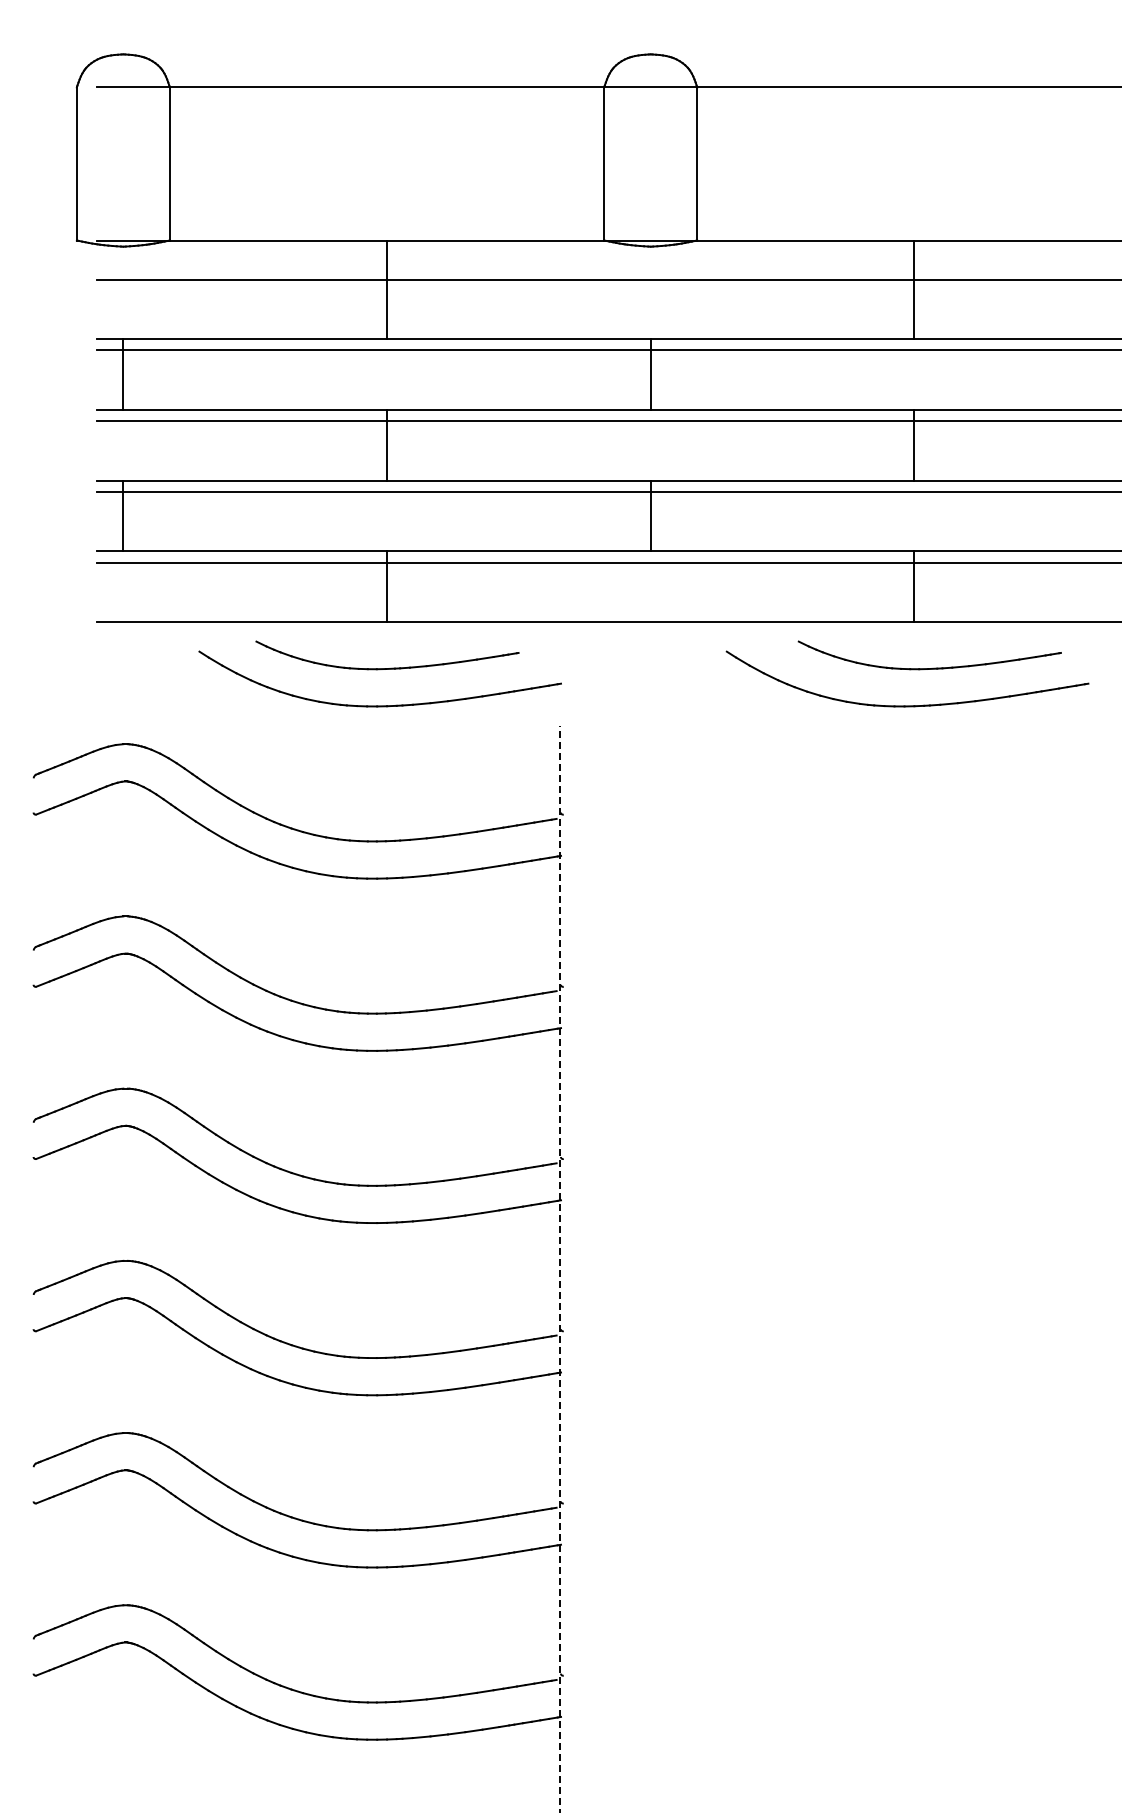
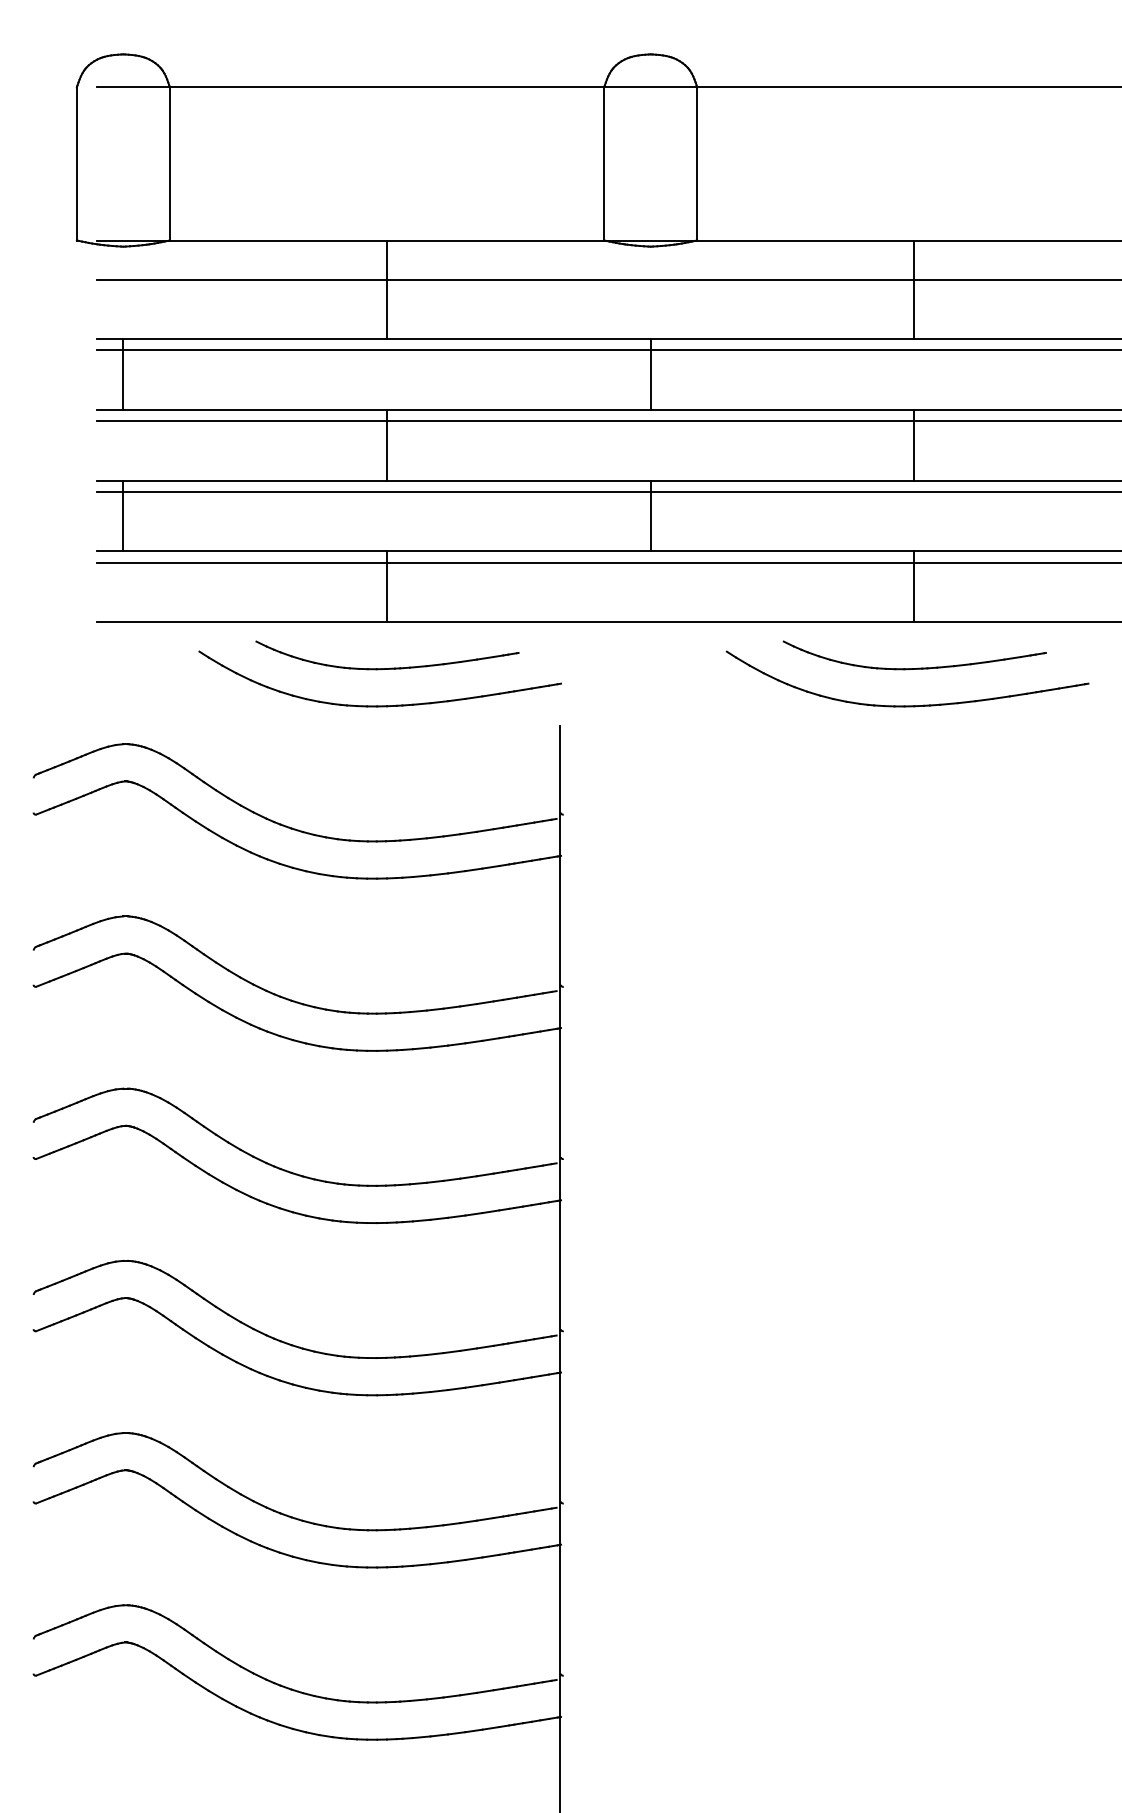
part at (933, 667) position: (933, 667) -> (918, 667)
line at (559, 1268): dashed -> solid
